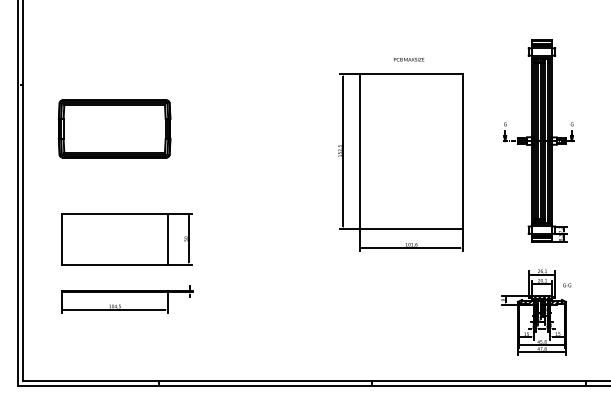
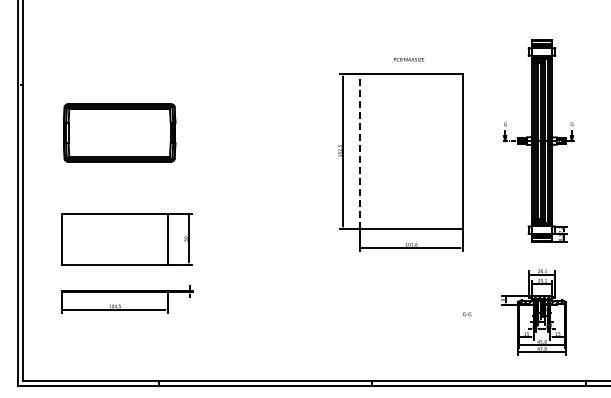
part at (114, 128) position: (114, 128) -> (119, 132)
line at (359, 150): solid -> dashed
text at (567, 285) position: (567, 285) -> (467, 314)
